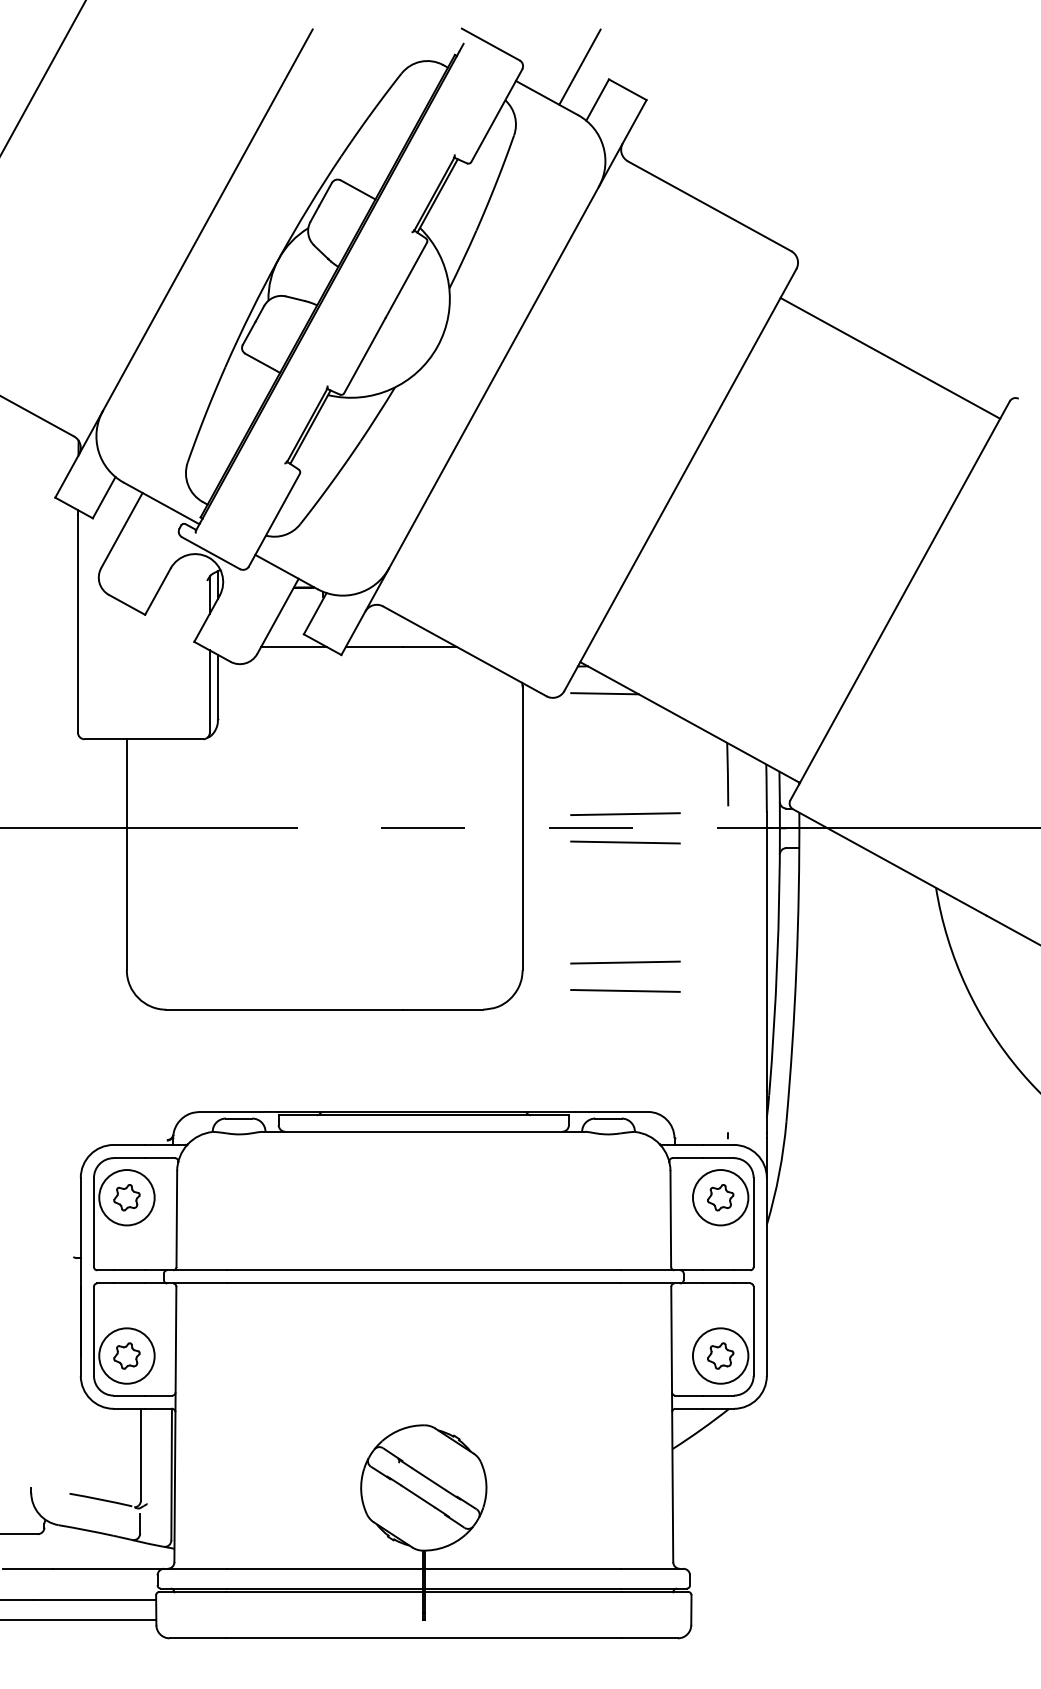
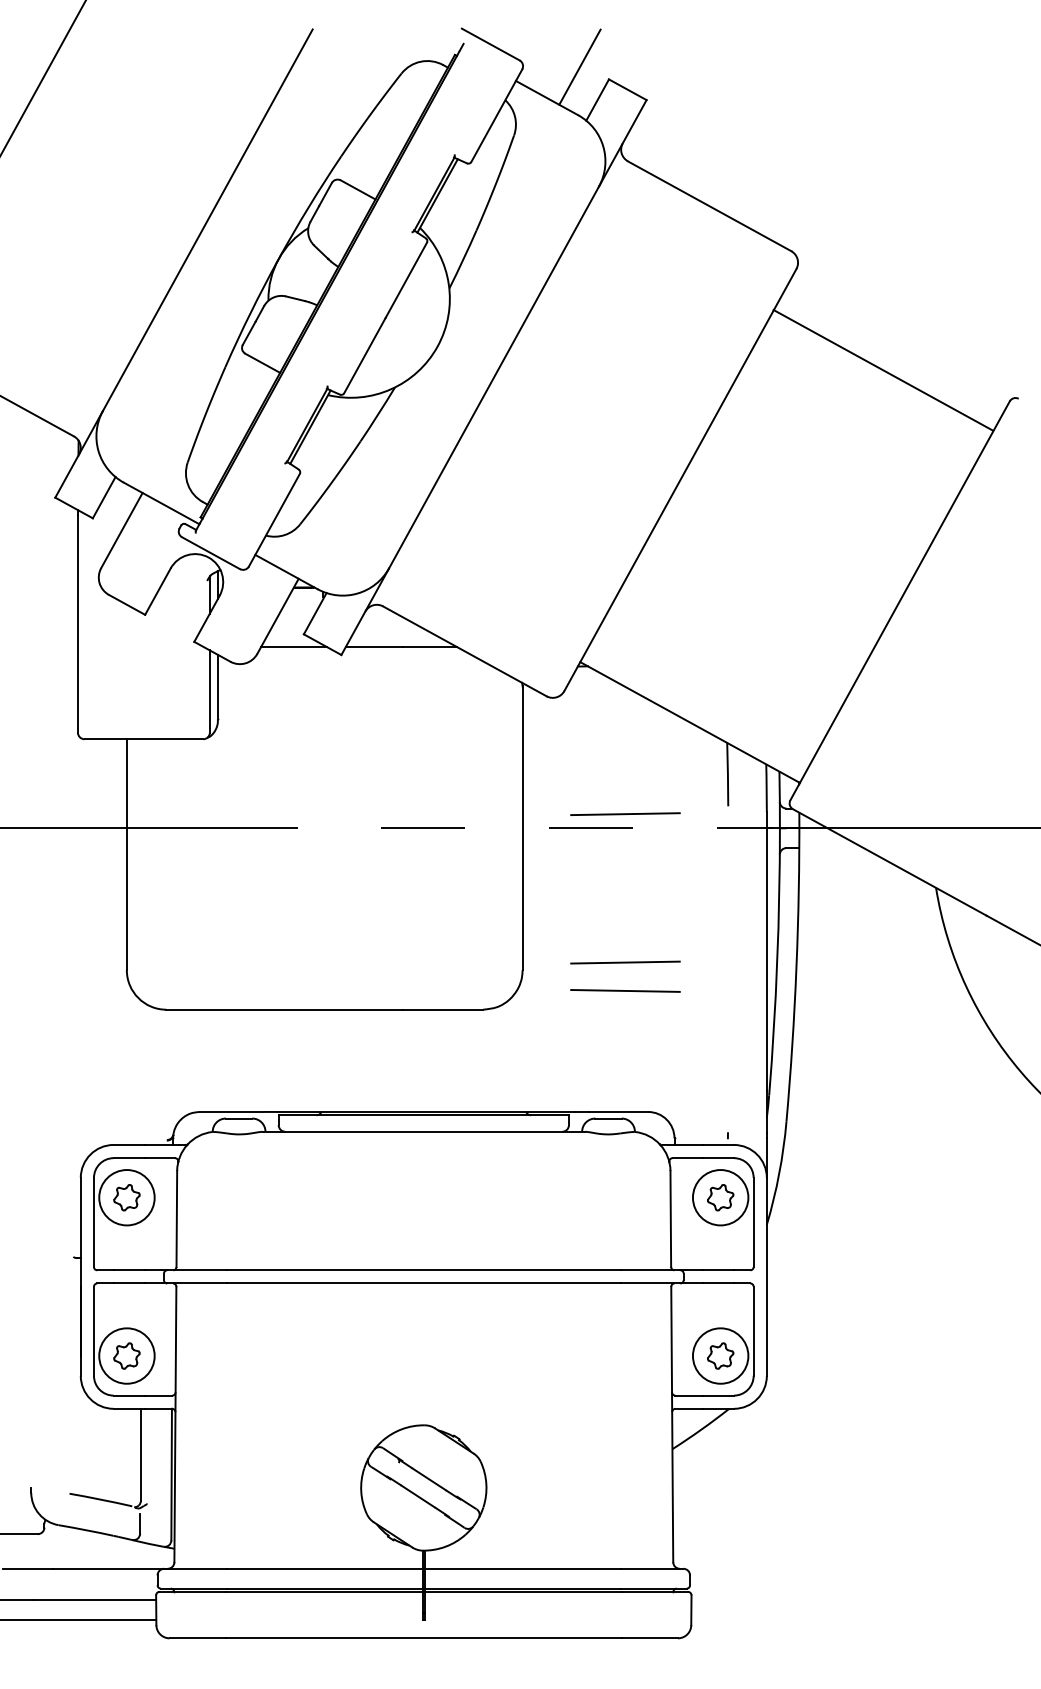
line at (890, 357) position: (890, 357) -> (883, 369)
line at (604, 693): present -> none
line at (625, 842): present -> none
